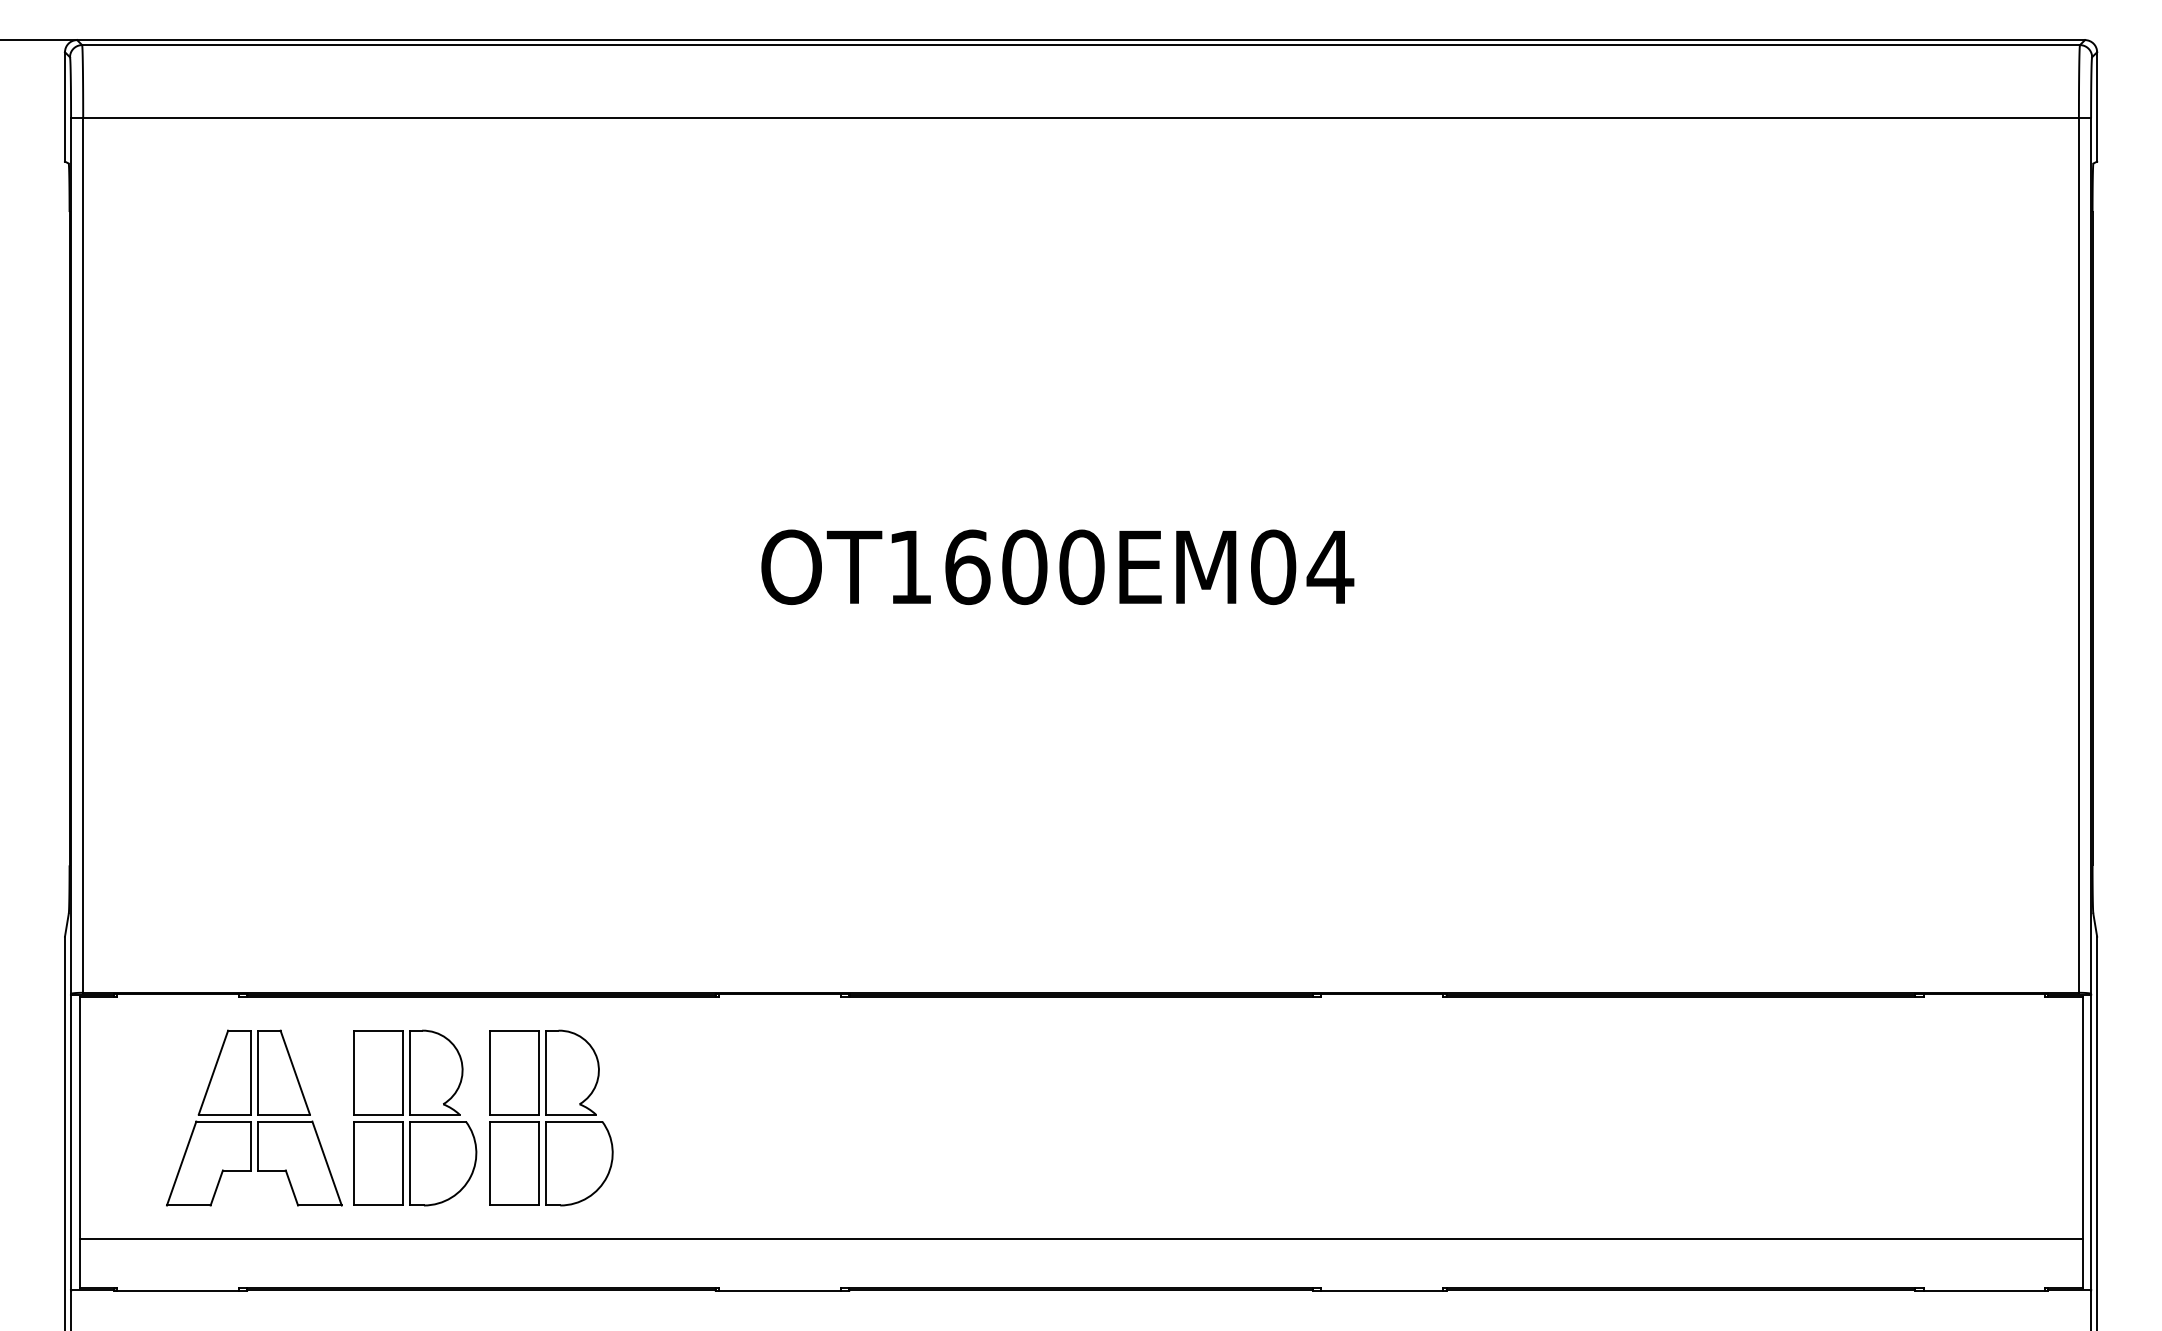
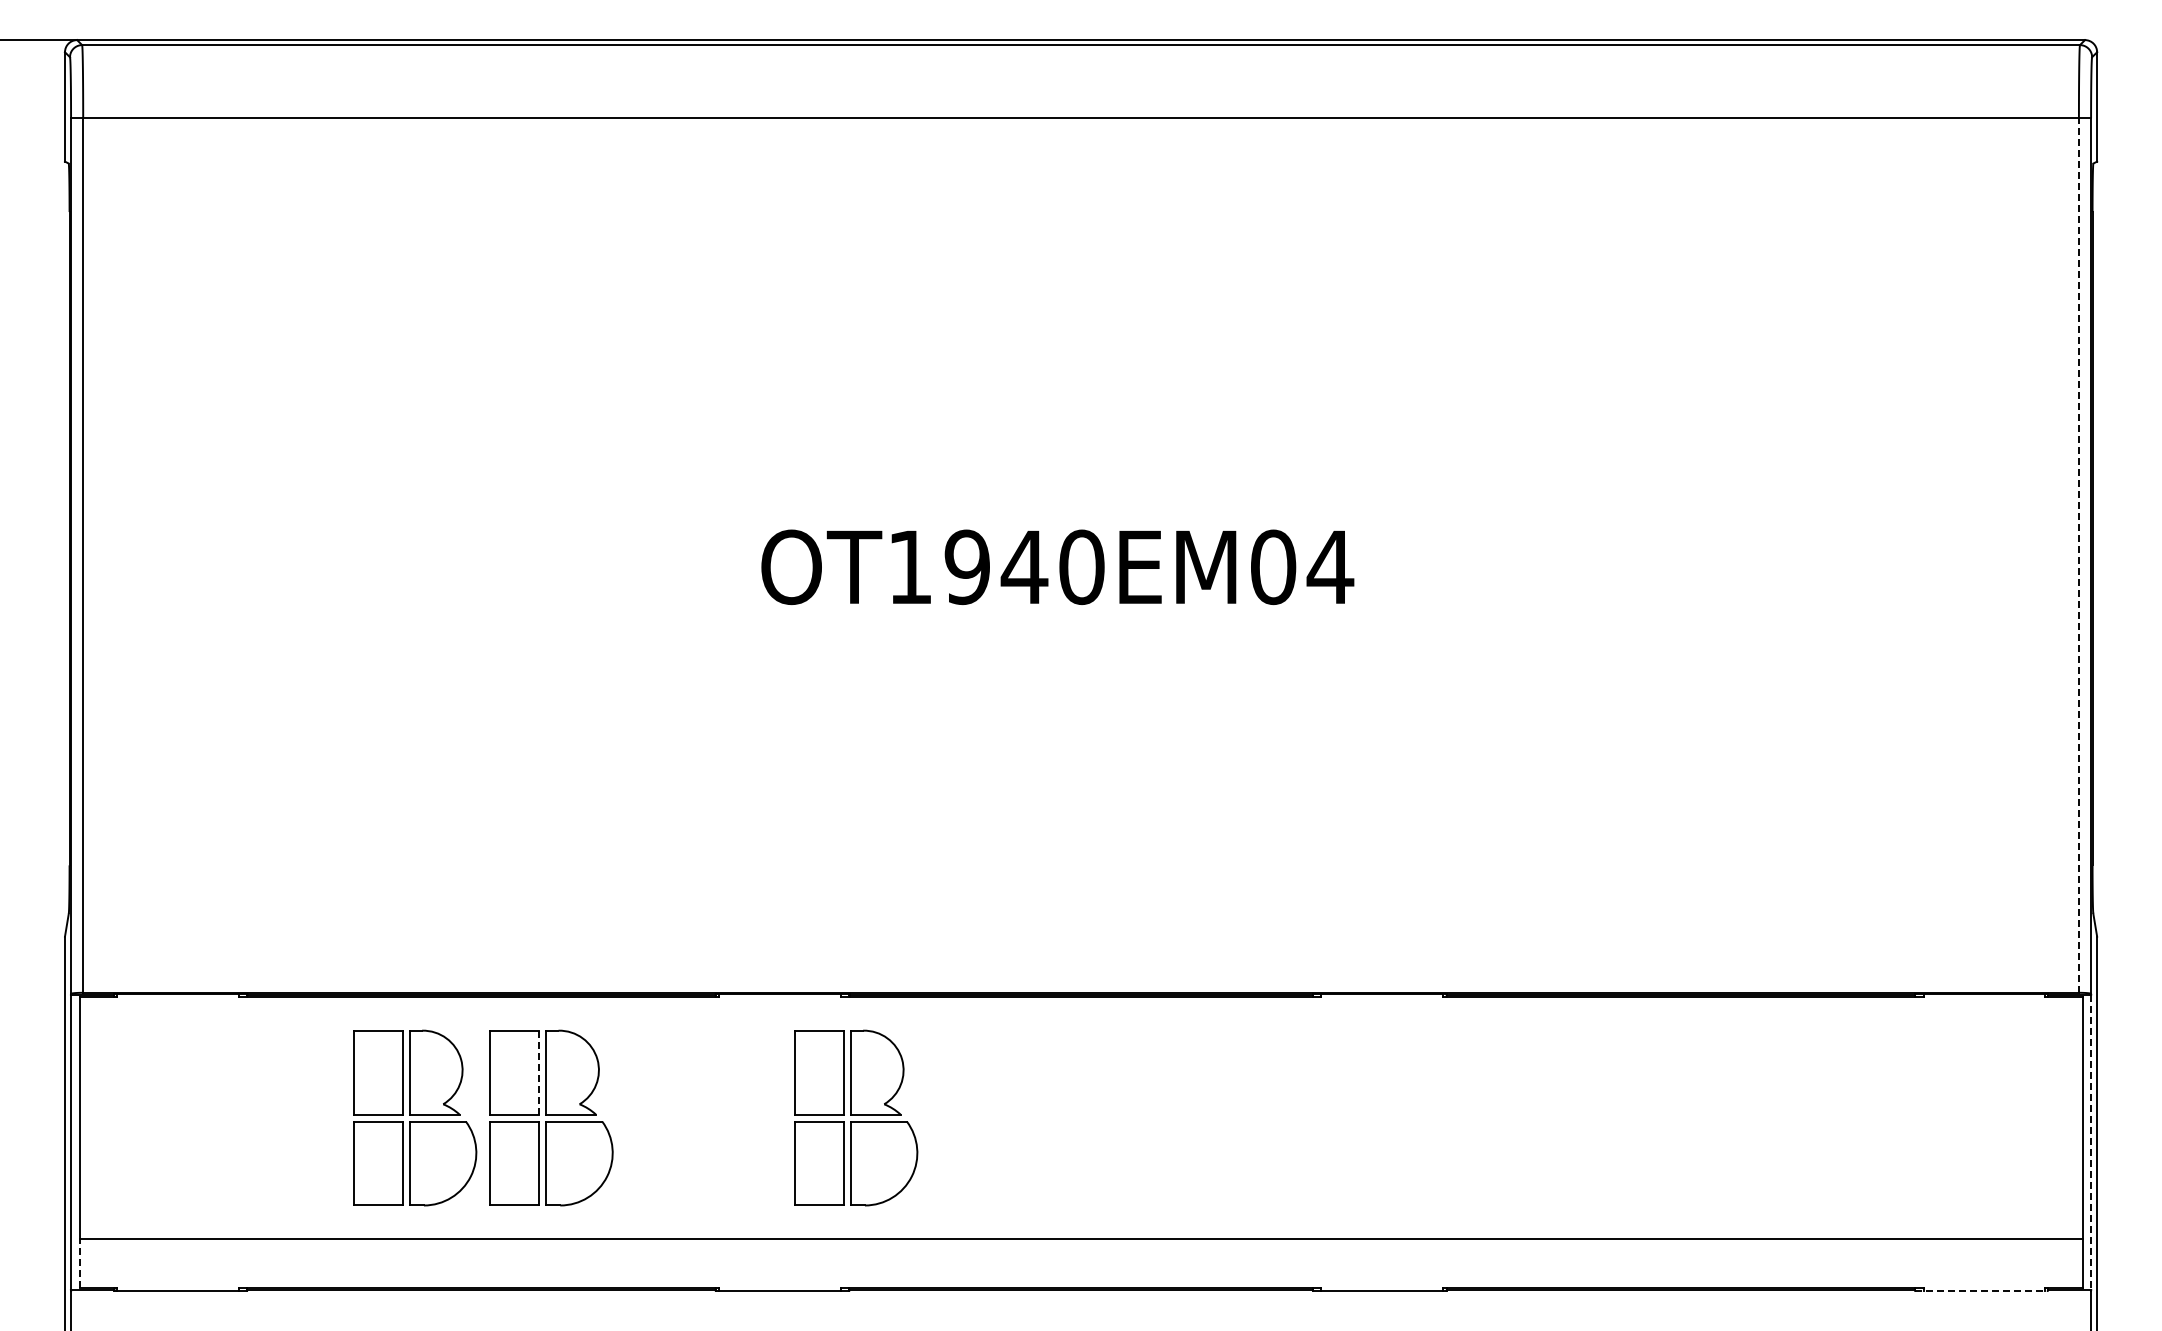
line at (2078, 554): solid -> dashed
text at (996, 567): OT1600EM04 -> OT1940EM04
line at (539, 1072): solid -> dashed
part at (254, 1117): present -> none
part at (856, 1117): none -> present
line at (2091, 1142): solid -> dashed
line at (79, 1263): solid -> dashed
line at (1981, 1290): solid -> dashed
